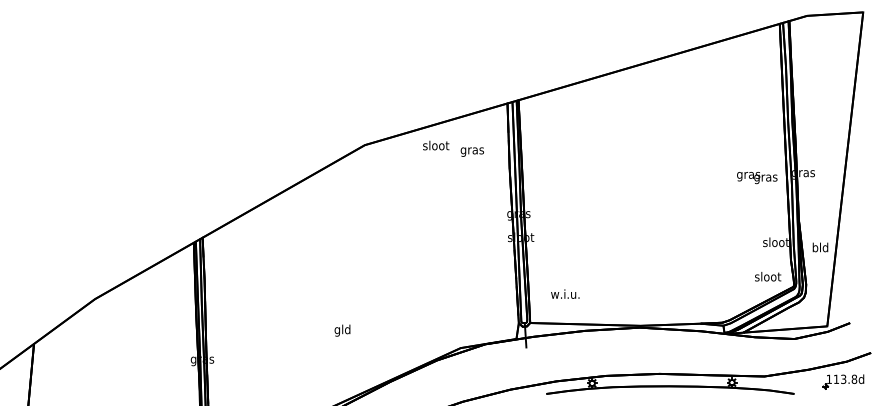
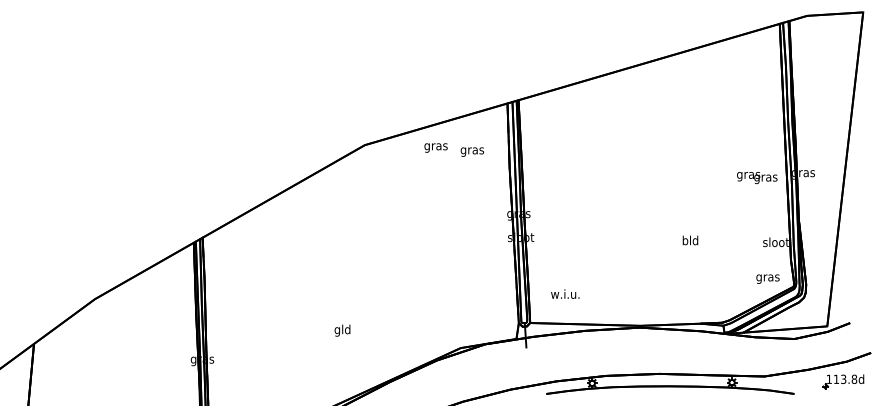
text at (436, 146): sloot -> gras
text at (820, 247) position: (820, 247) -> (690, 240)
text at (768, 277): sloot -> gras
